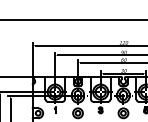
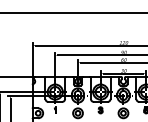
line at (73, 20) position: (73, 20) -> (73, 13)
